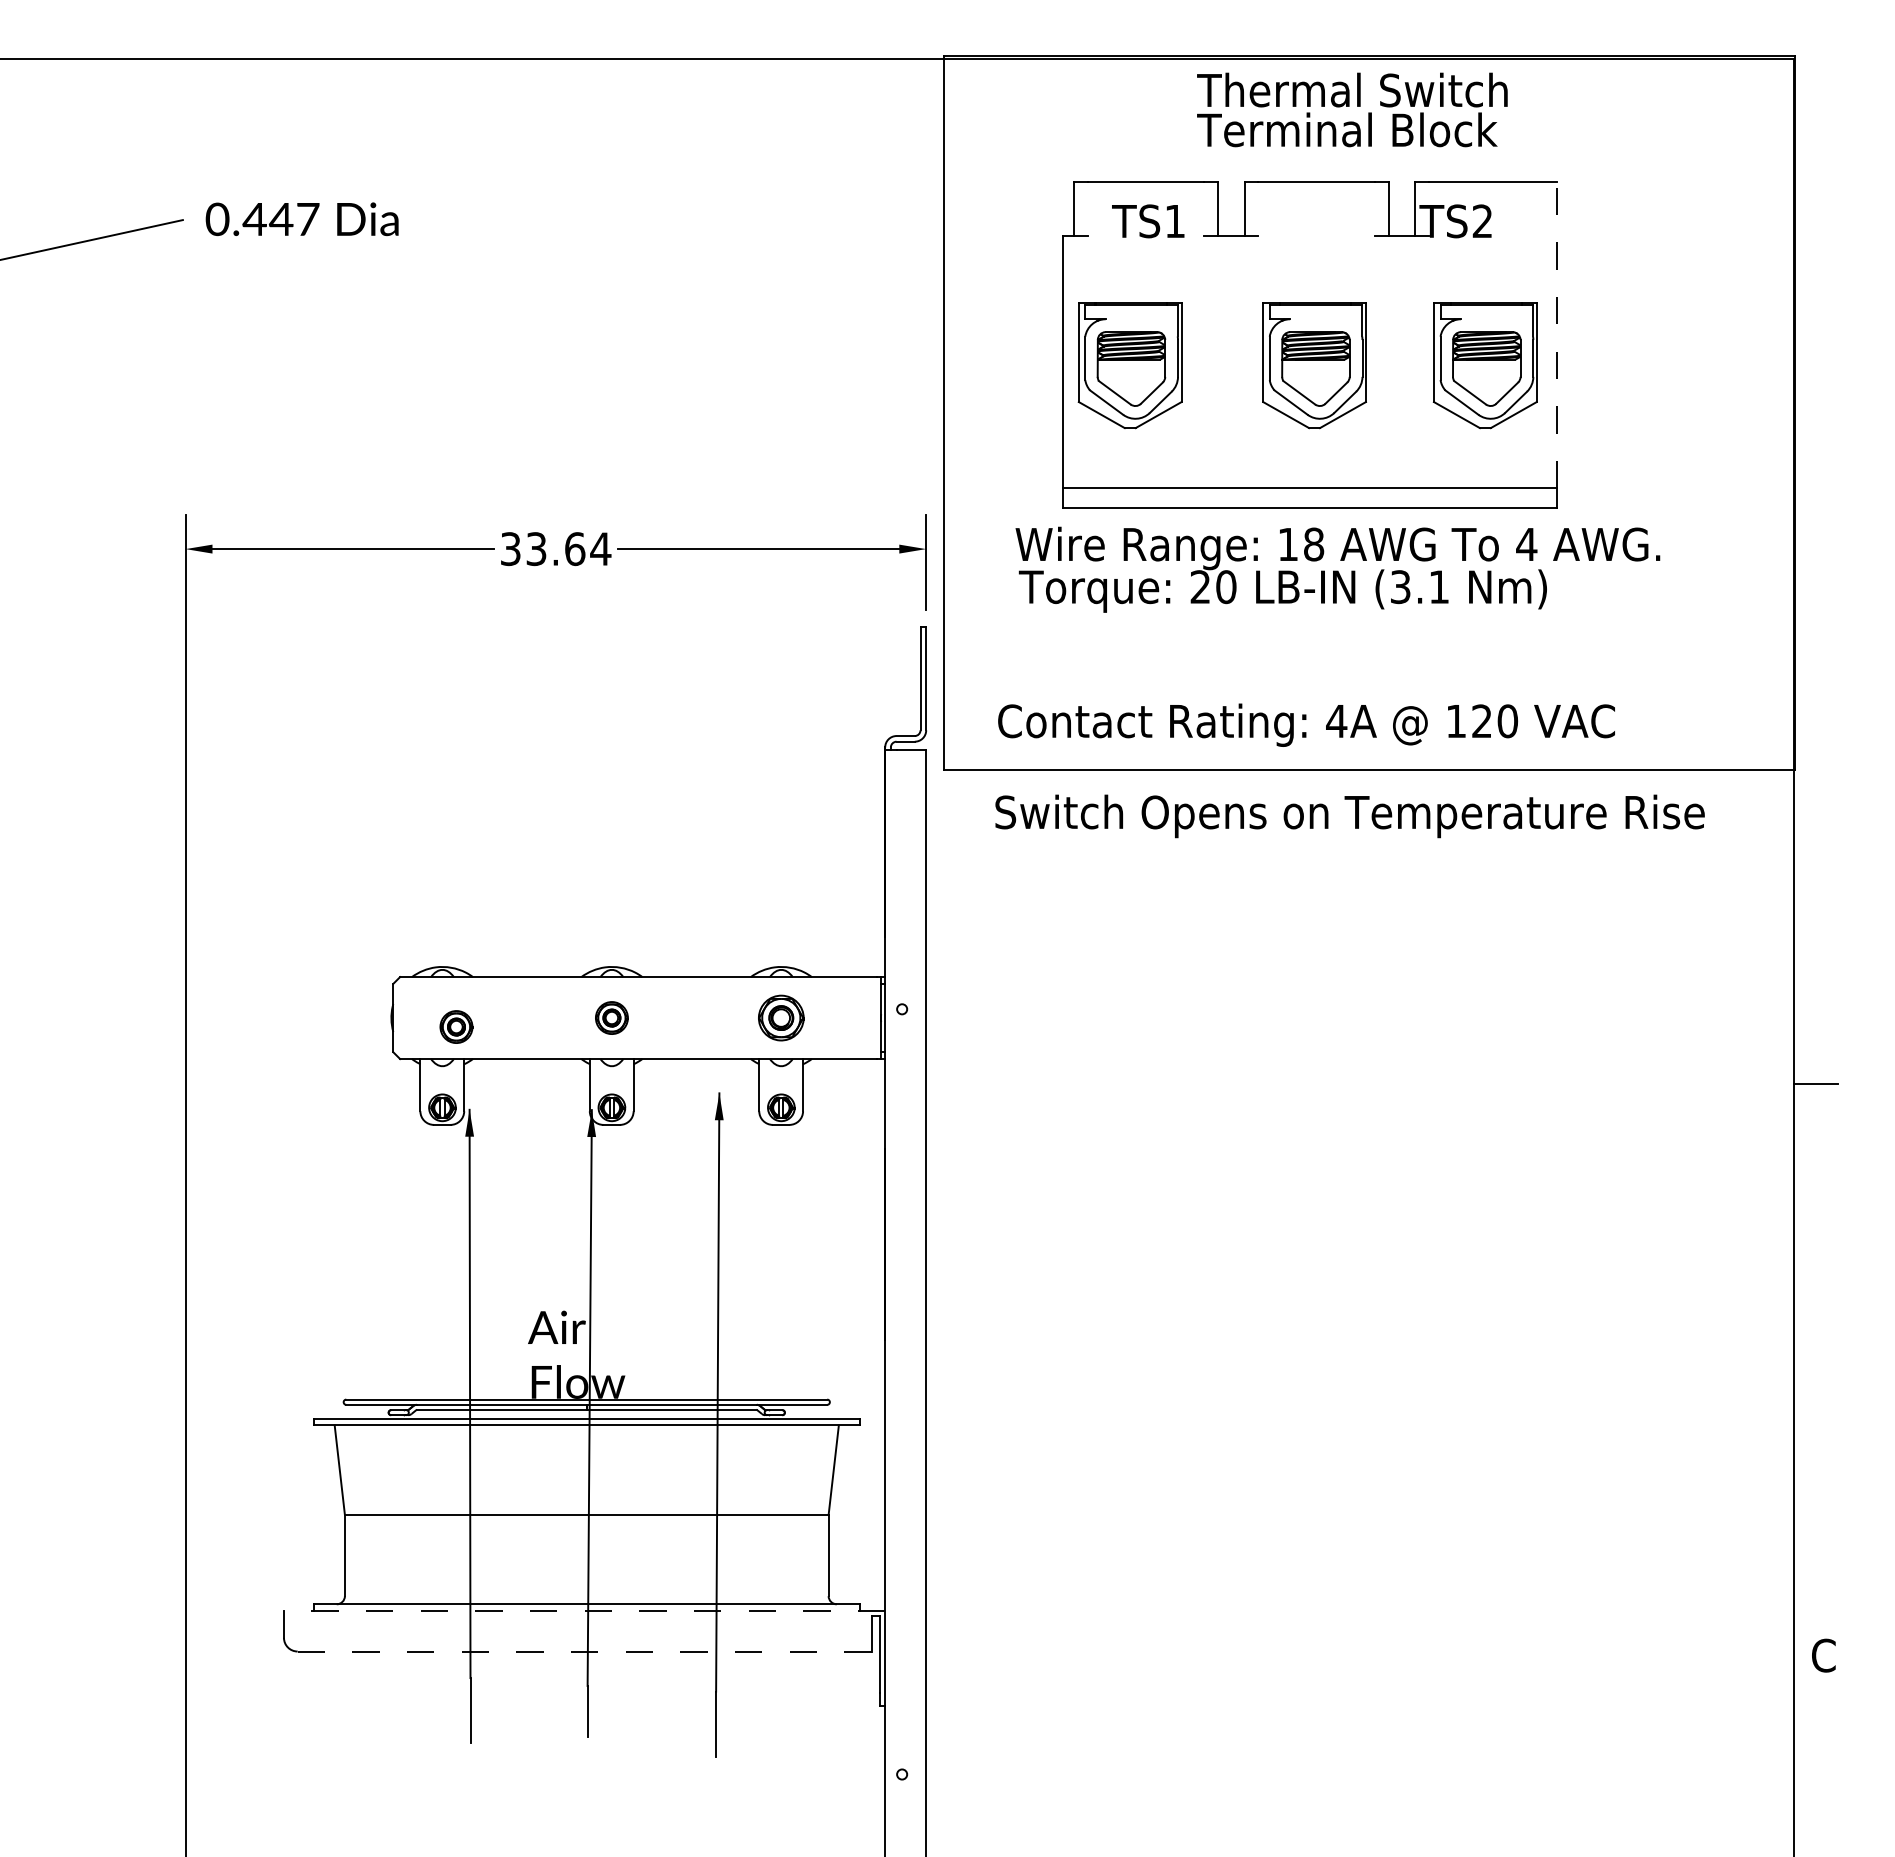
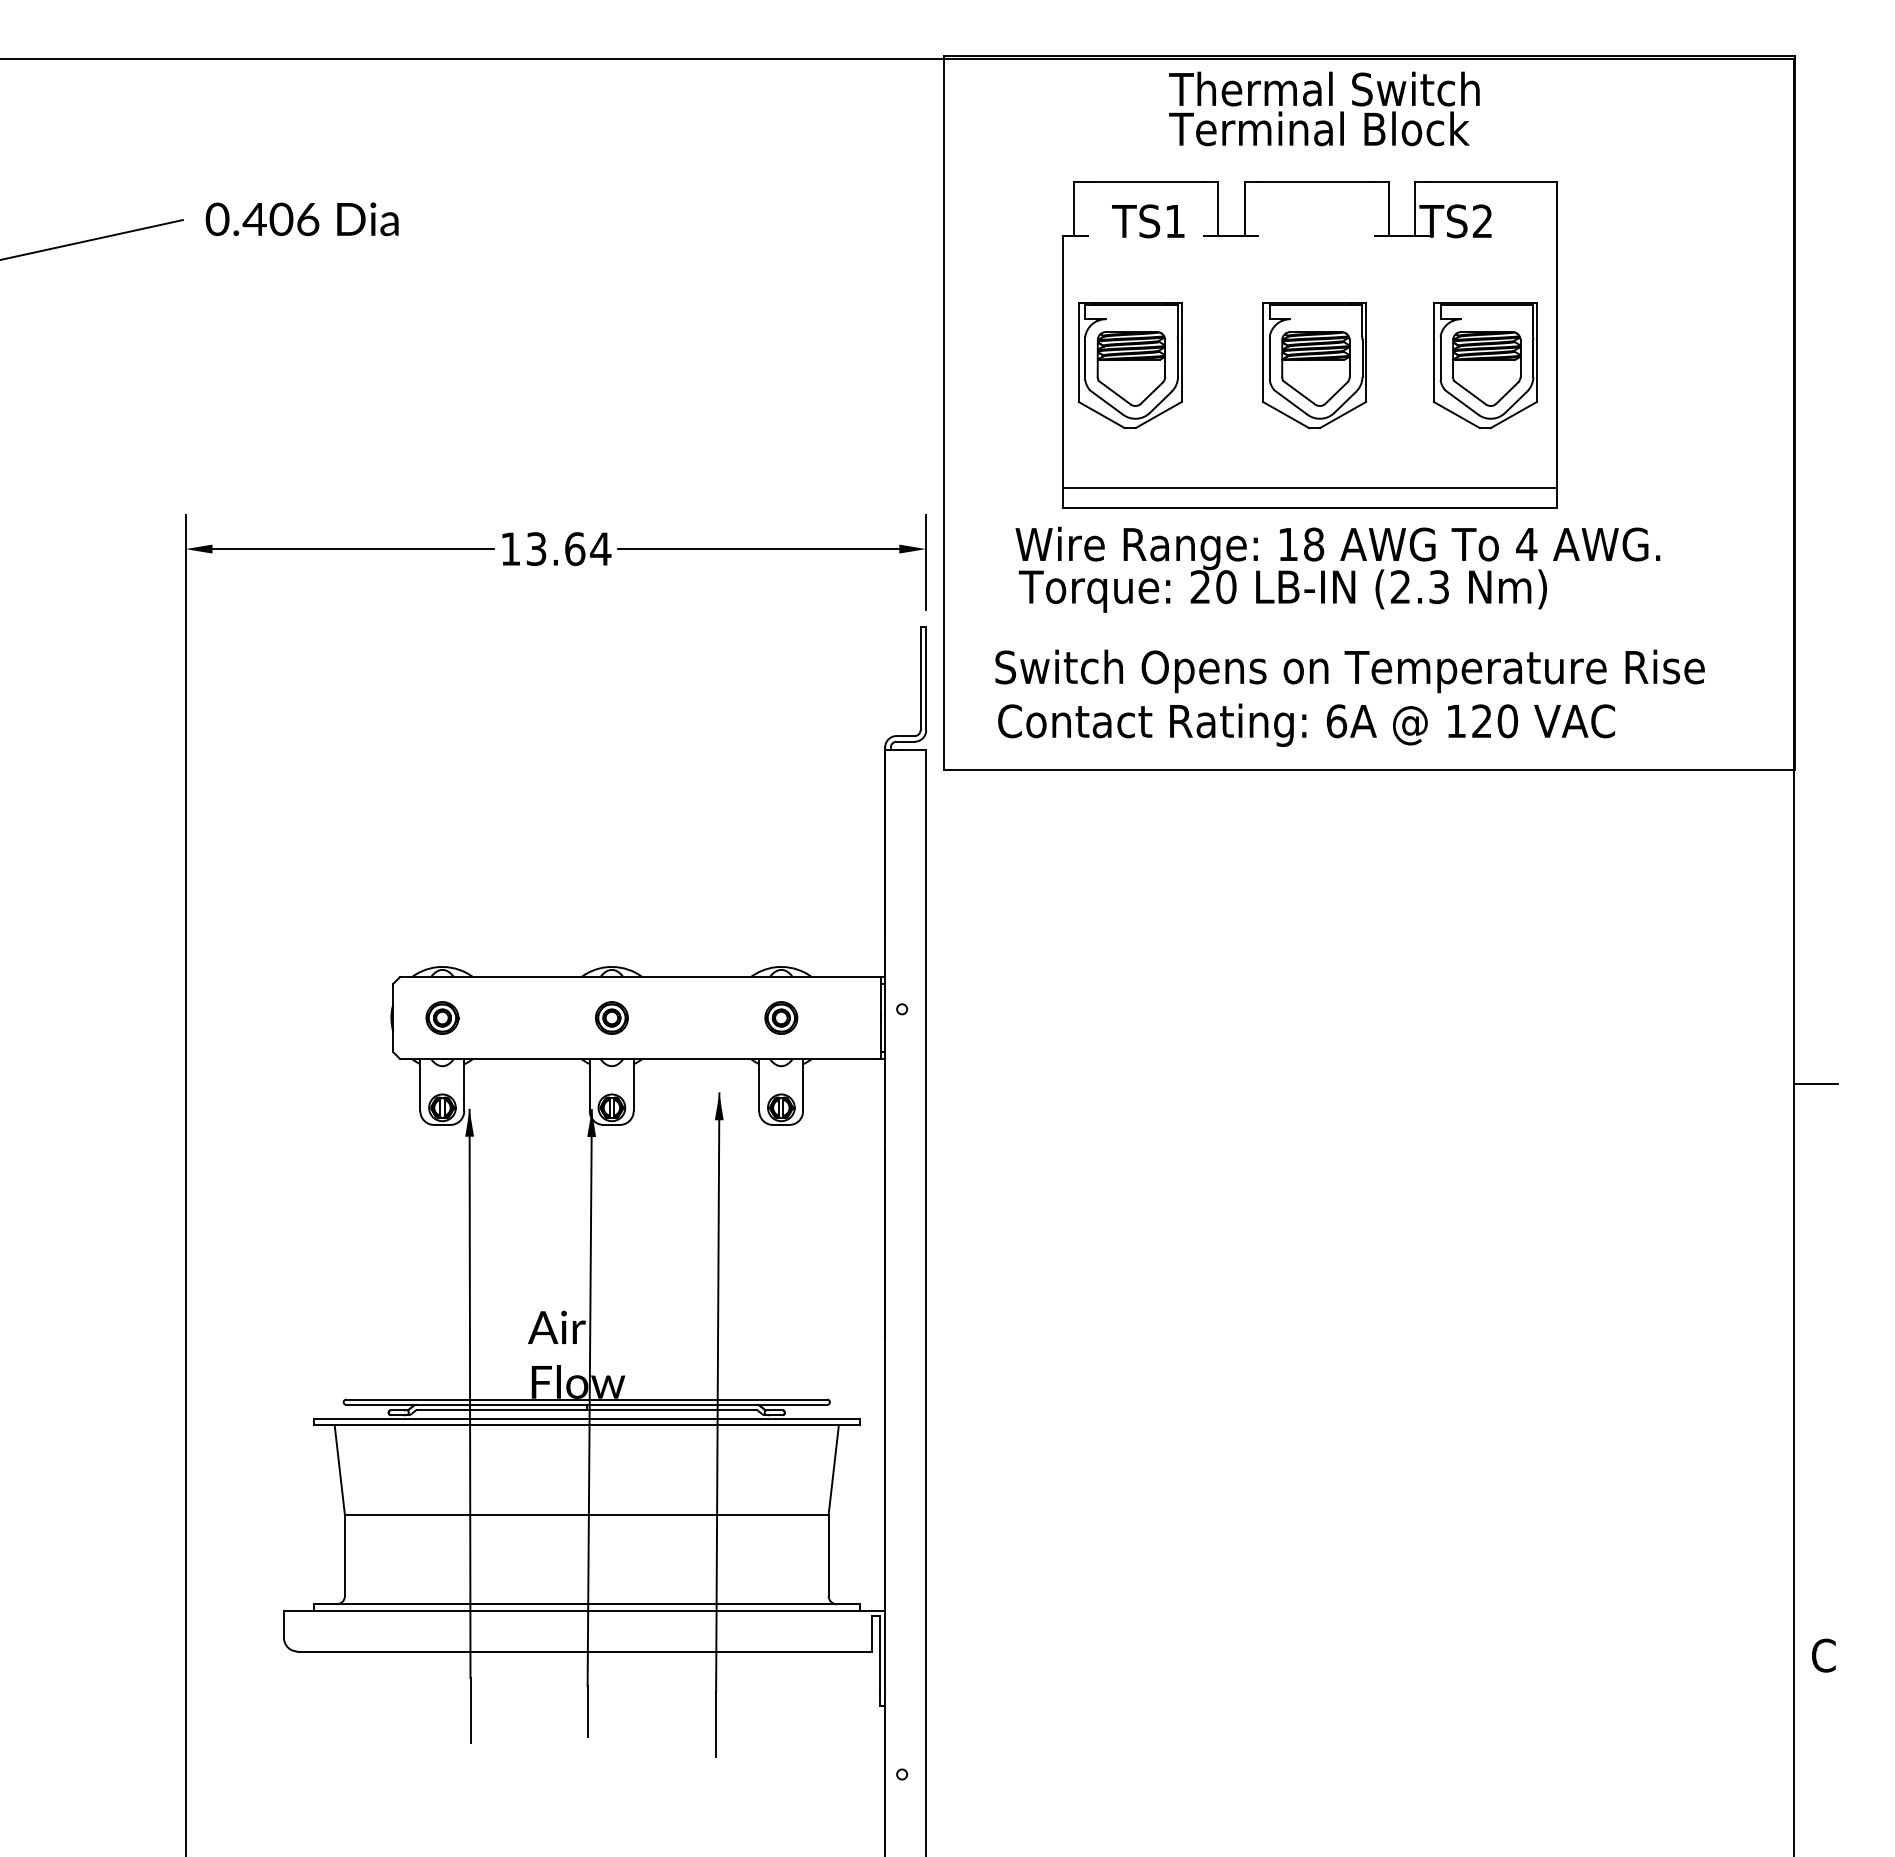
text at (1352, 109) position: (1352, 109) -> (1324, 108)
text at (293, 219): 0.447 -> 0.406
line at (1557, 334): dashed -> solid
text at (510, 549): 33.64 -> 13.64
text at (1419, 587): (3.1 -> (2.3
text at (1336, 721): 4A -> 6A
text at (1349, 816) position: (1349, 816) -> (1349, 671)
part at (781, 1017) size: 47x48 px -> 35x34 px
part at (456, 1026) position: (456, 1026) -> (442, 1017)
line at (584, 1610): dashed -> solid
line at (584, 1651): dashed -> solid
